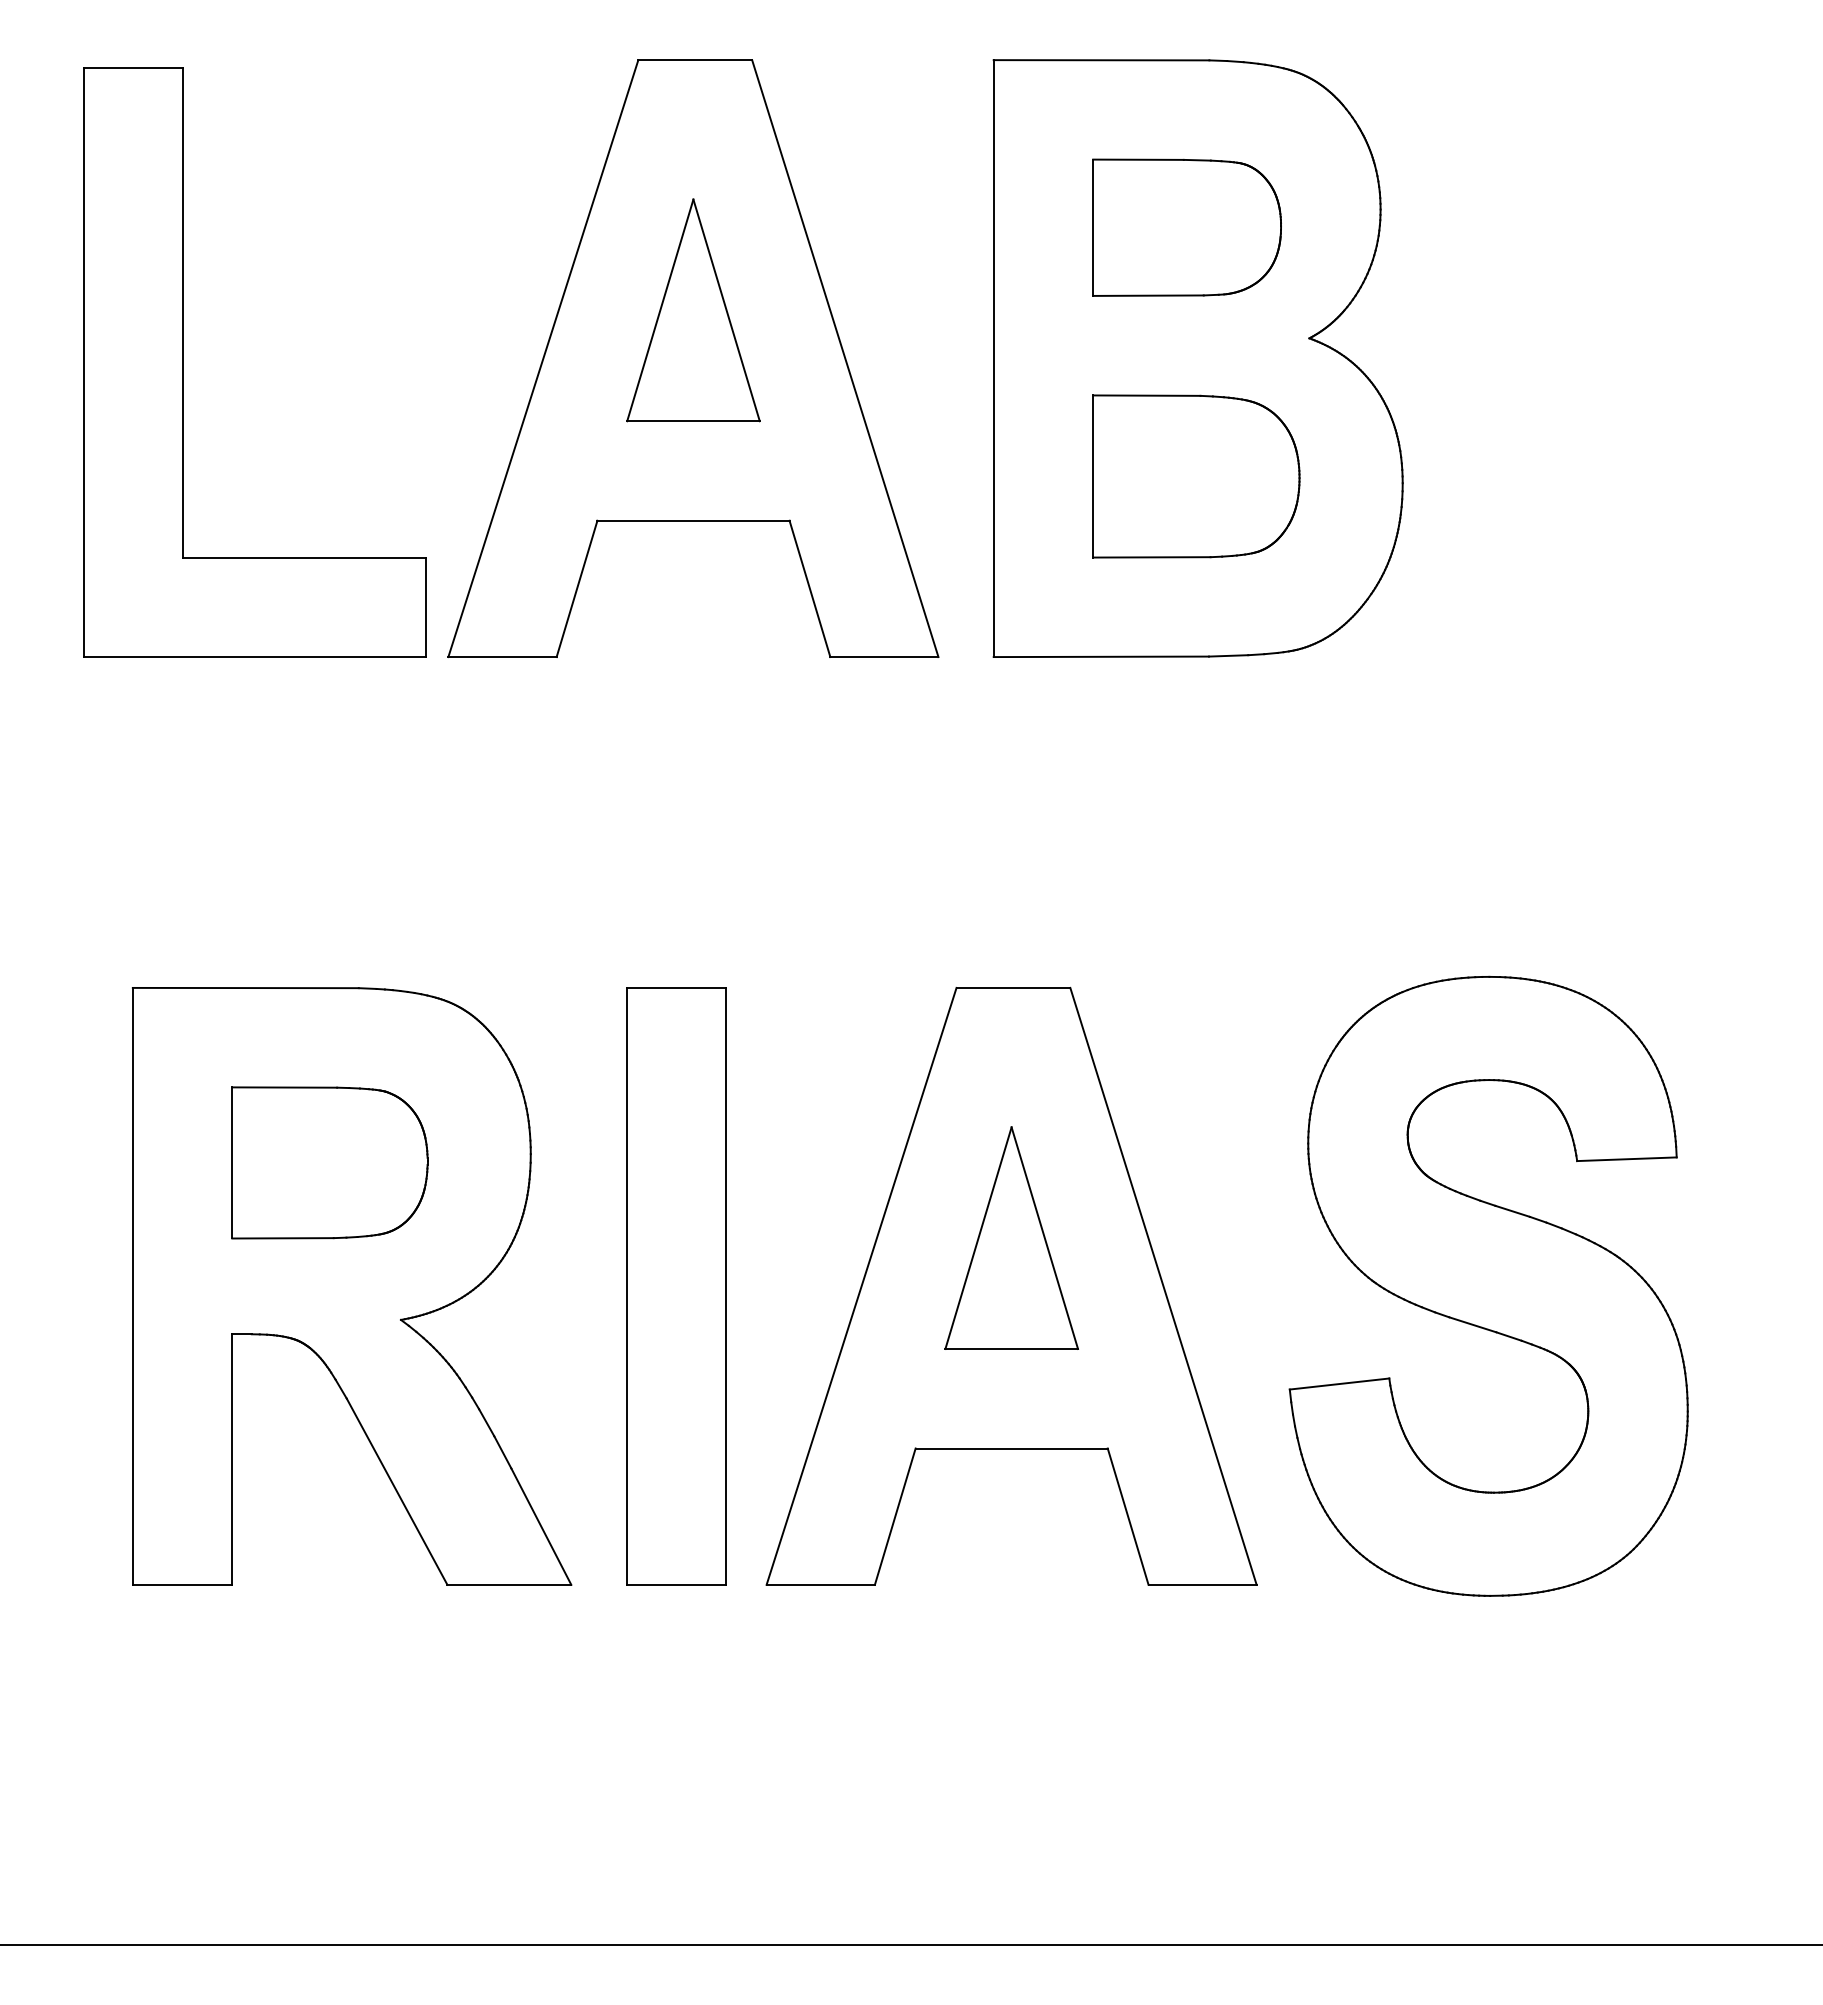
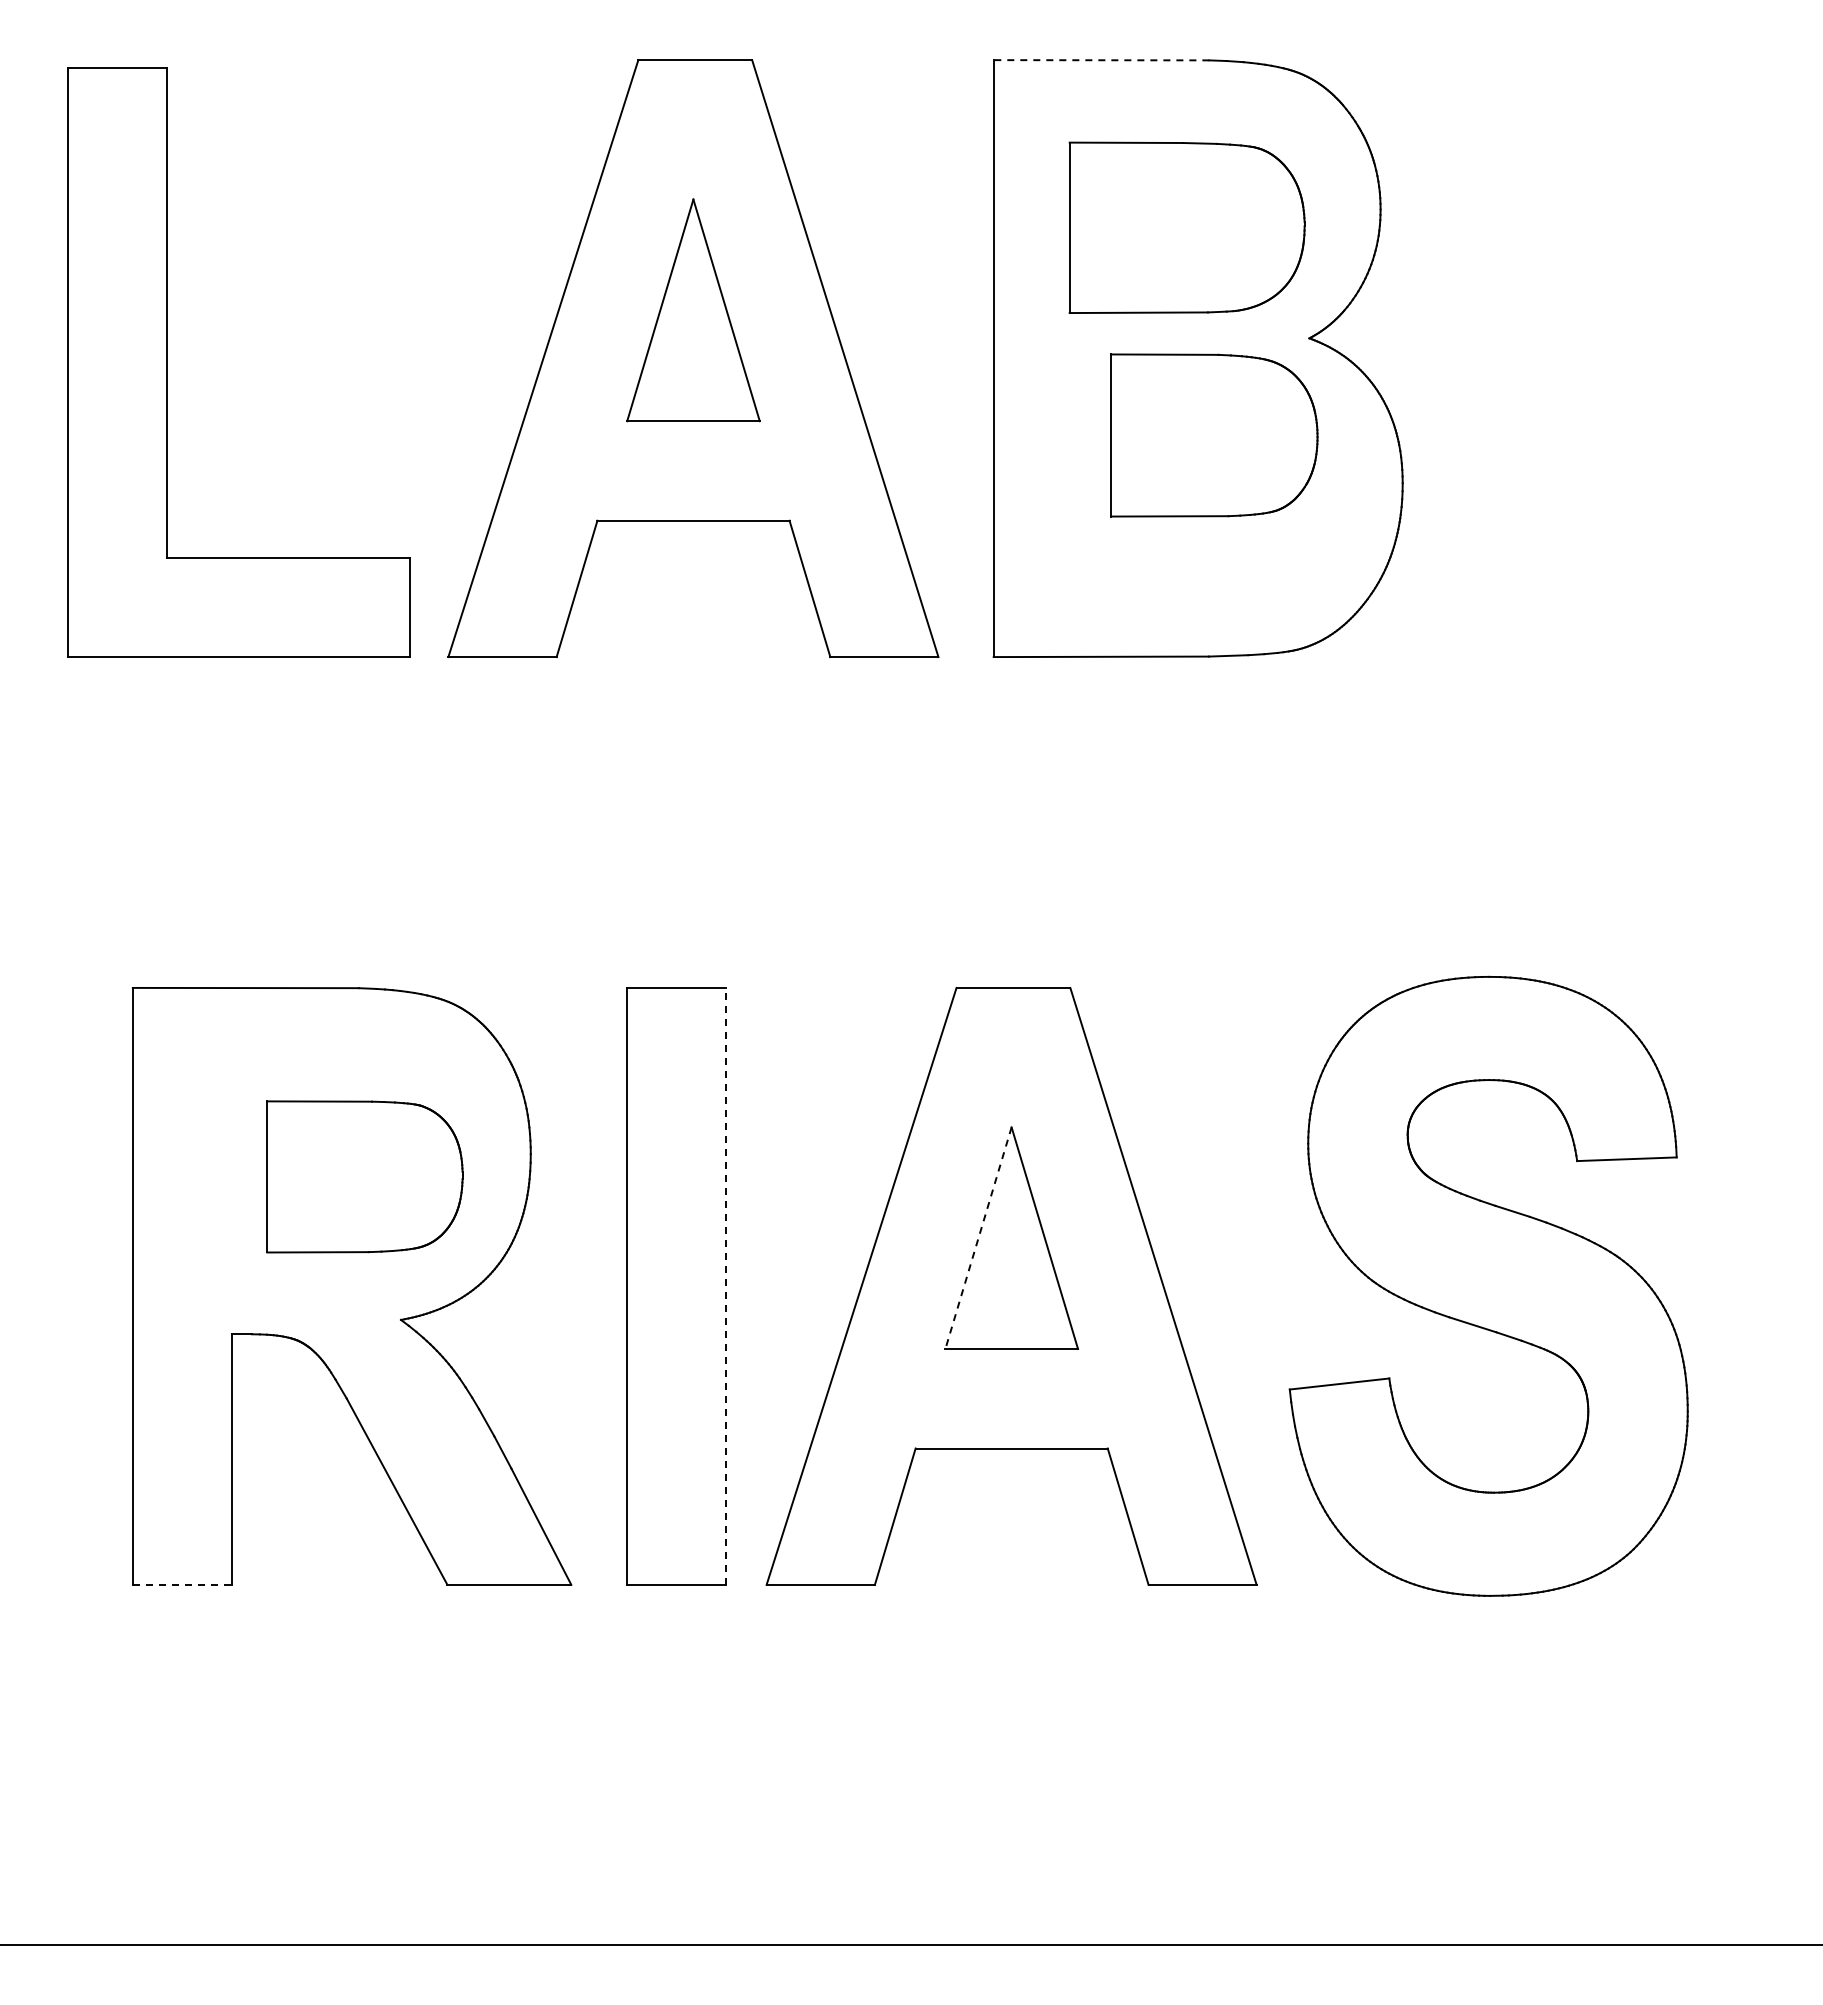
line at (1101, 60): solid -> dashed
part at (1186, 227) size: 190x139 px -> 238x173 px
part at (183, 362) position: (183, 362) -> (167, 362)
part at (1196, 476) position: (1196, 476) -> (1214, 435)
part at (329, 1162) position: (329, 1162) -> (364, 1176)
line at (978, 1238): solid -> dashed
line at (726, 1285): solid -> dashed
line at (182, 1584): solid -> dashed
